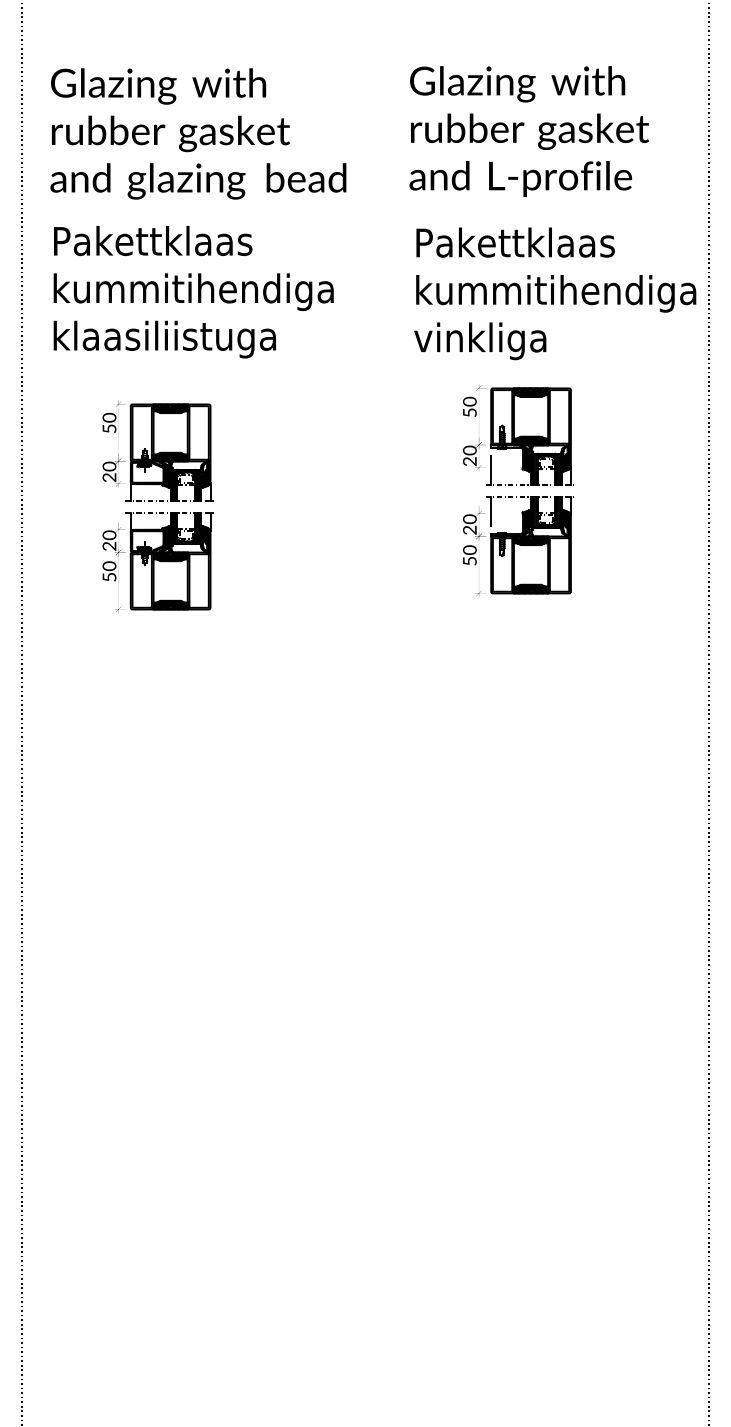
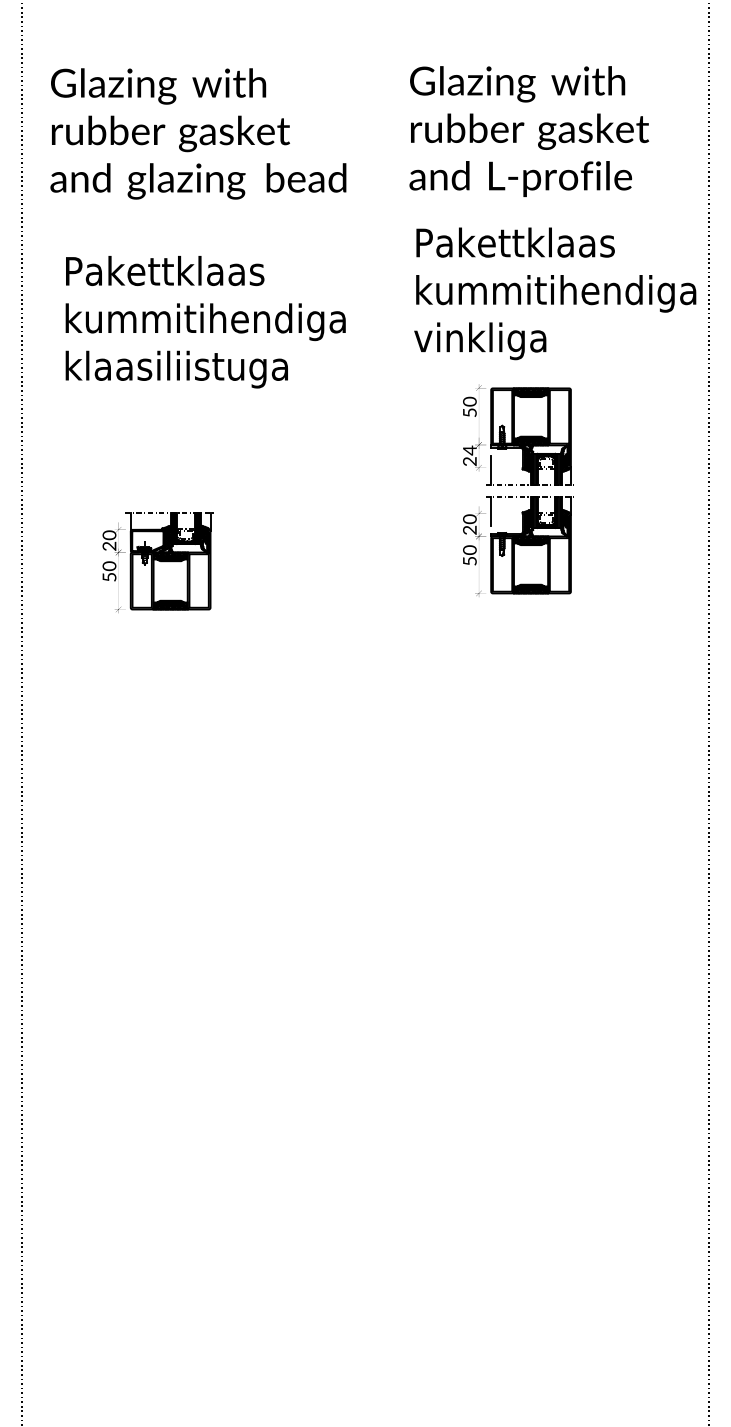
text at (193, 292) position: (193, 292) -> (205, 322)
part at (157, 450): present -> none
text at (469, 450): 20 -> 24
